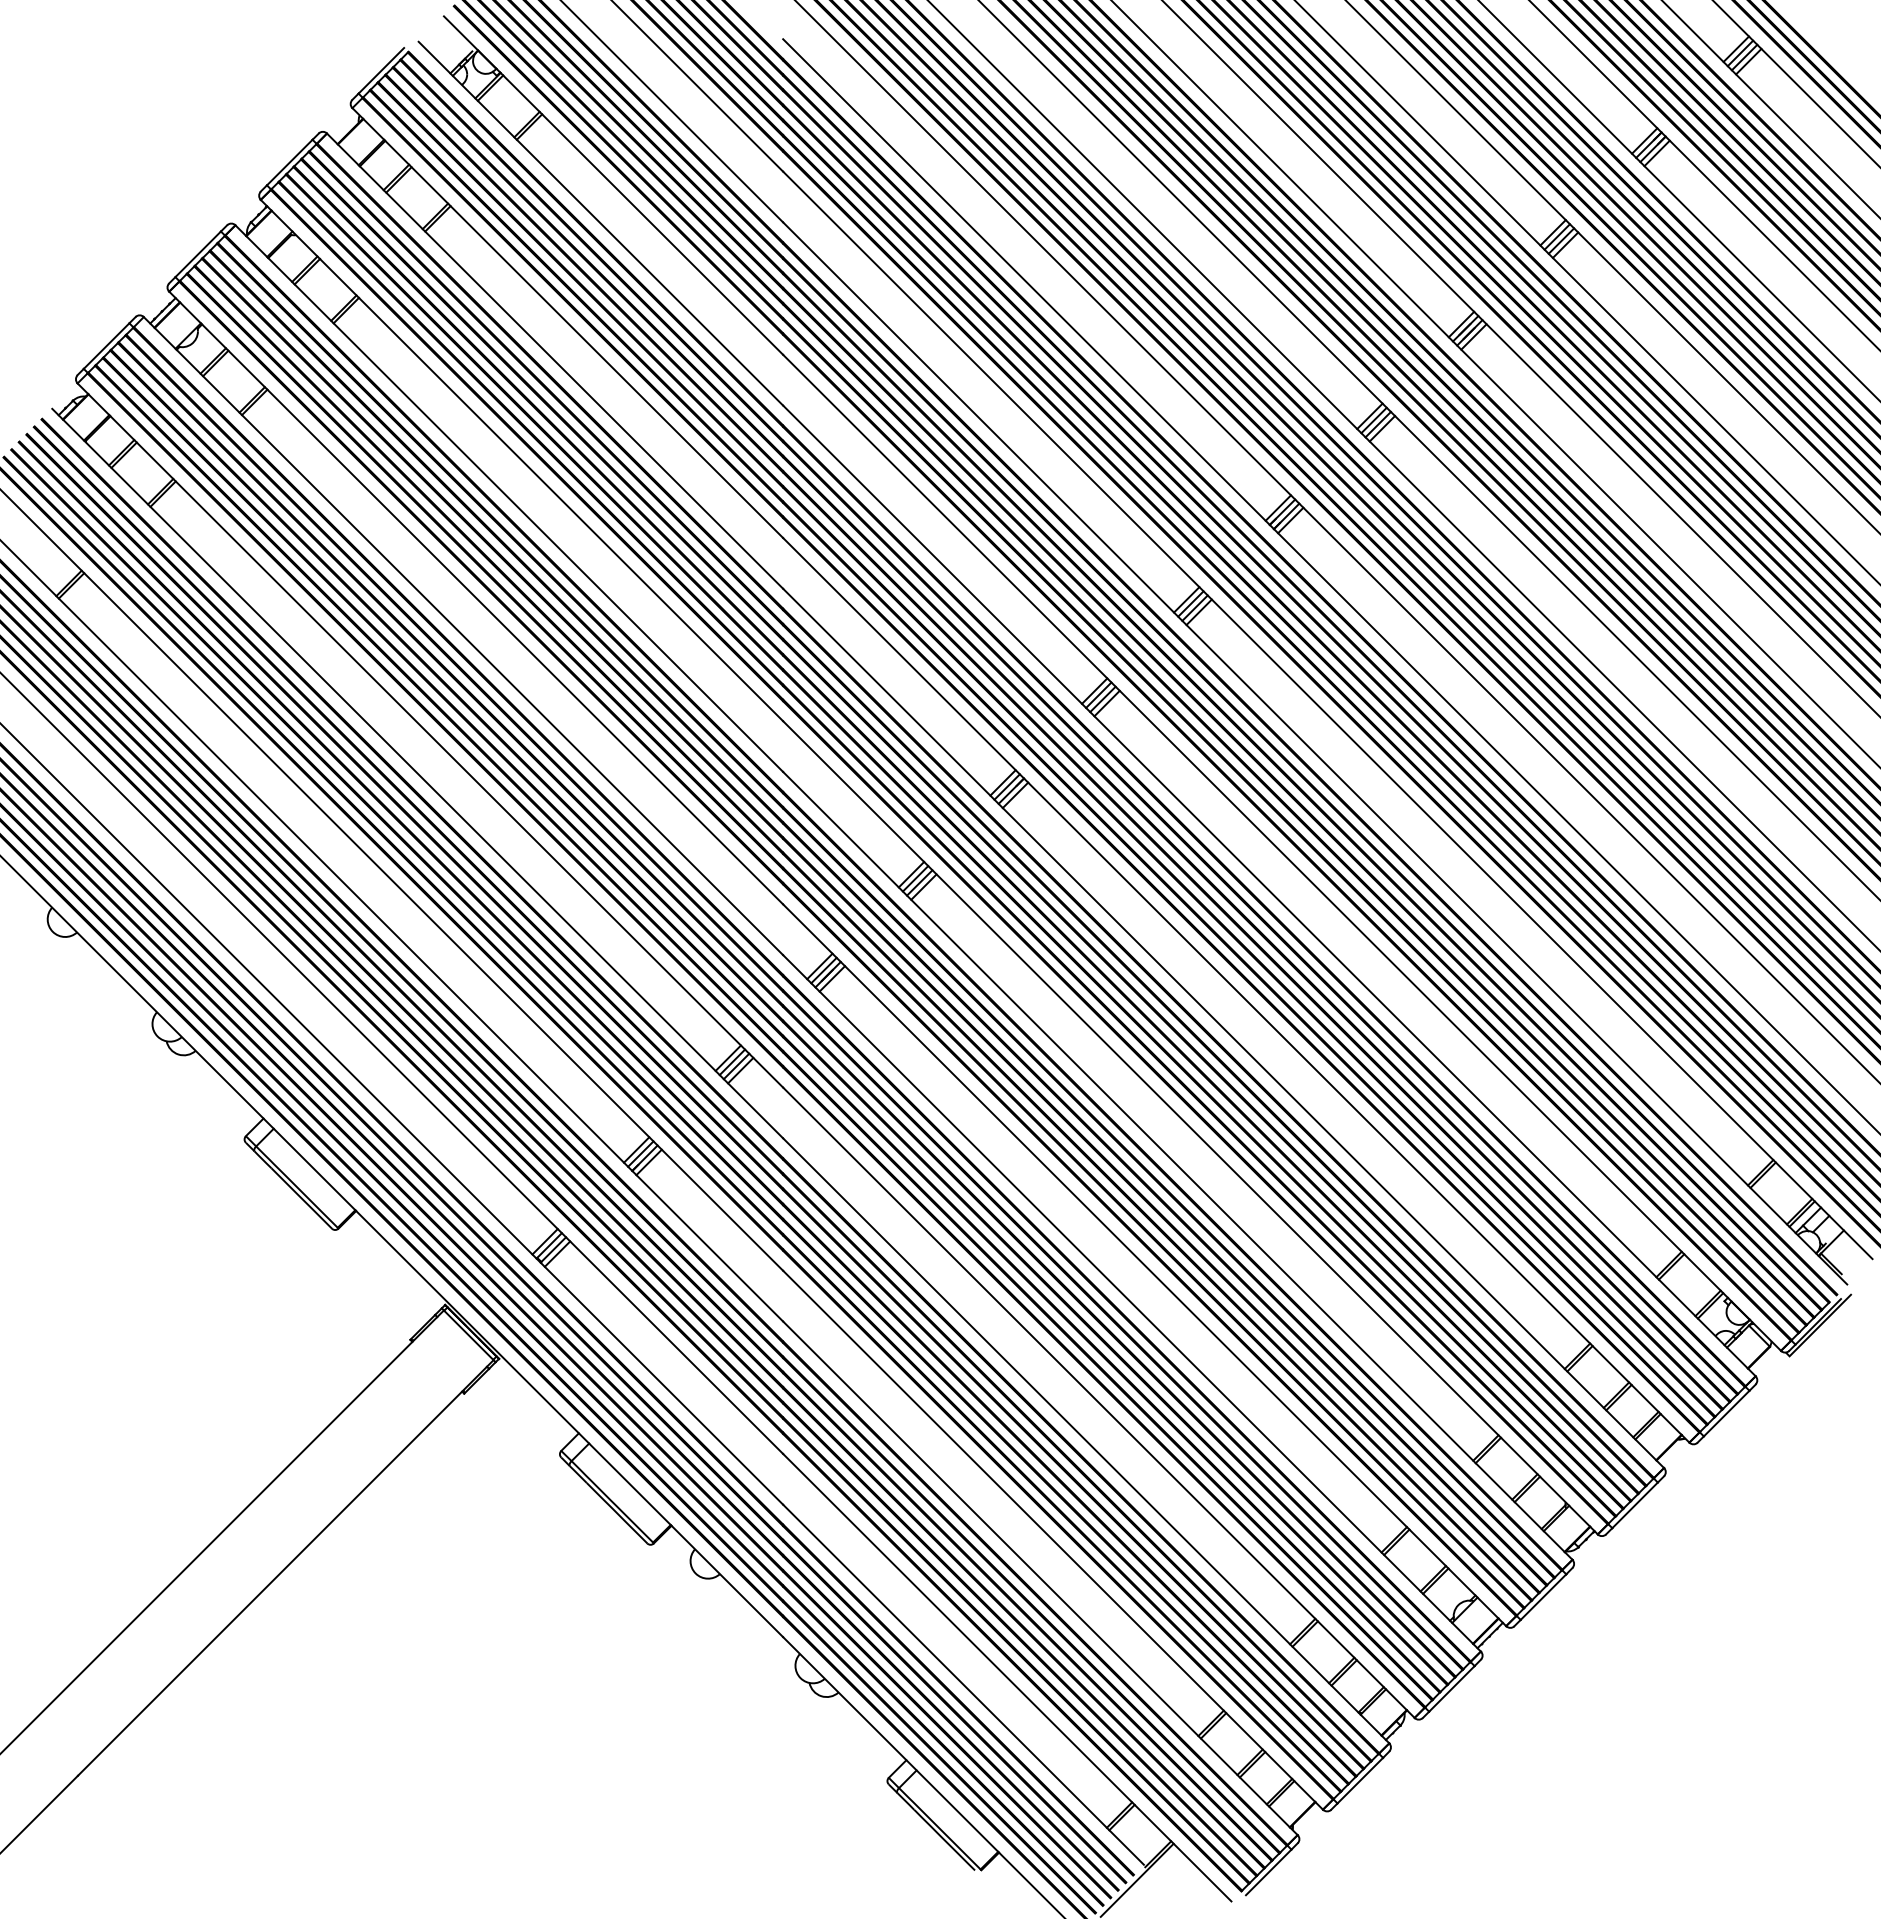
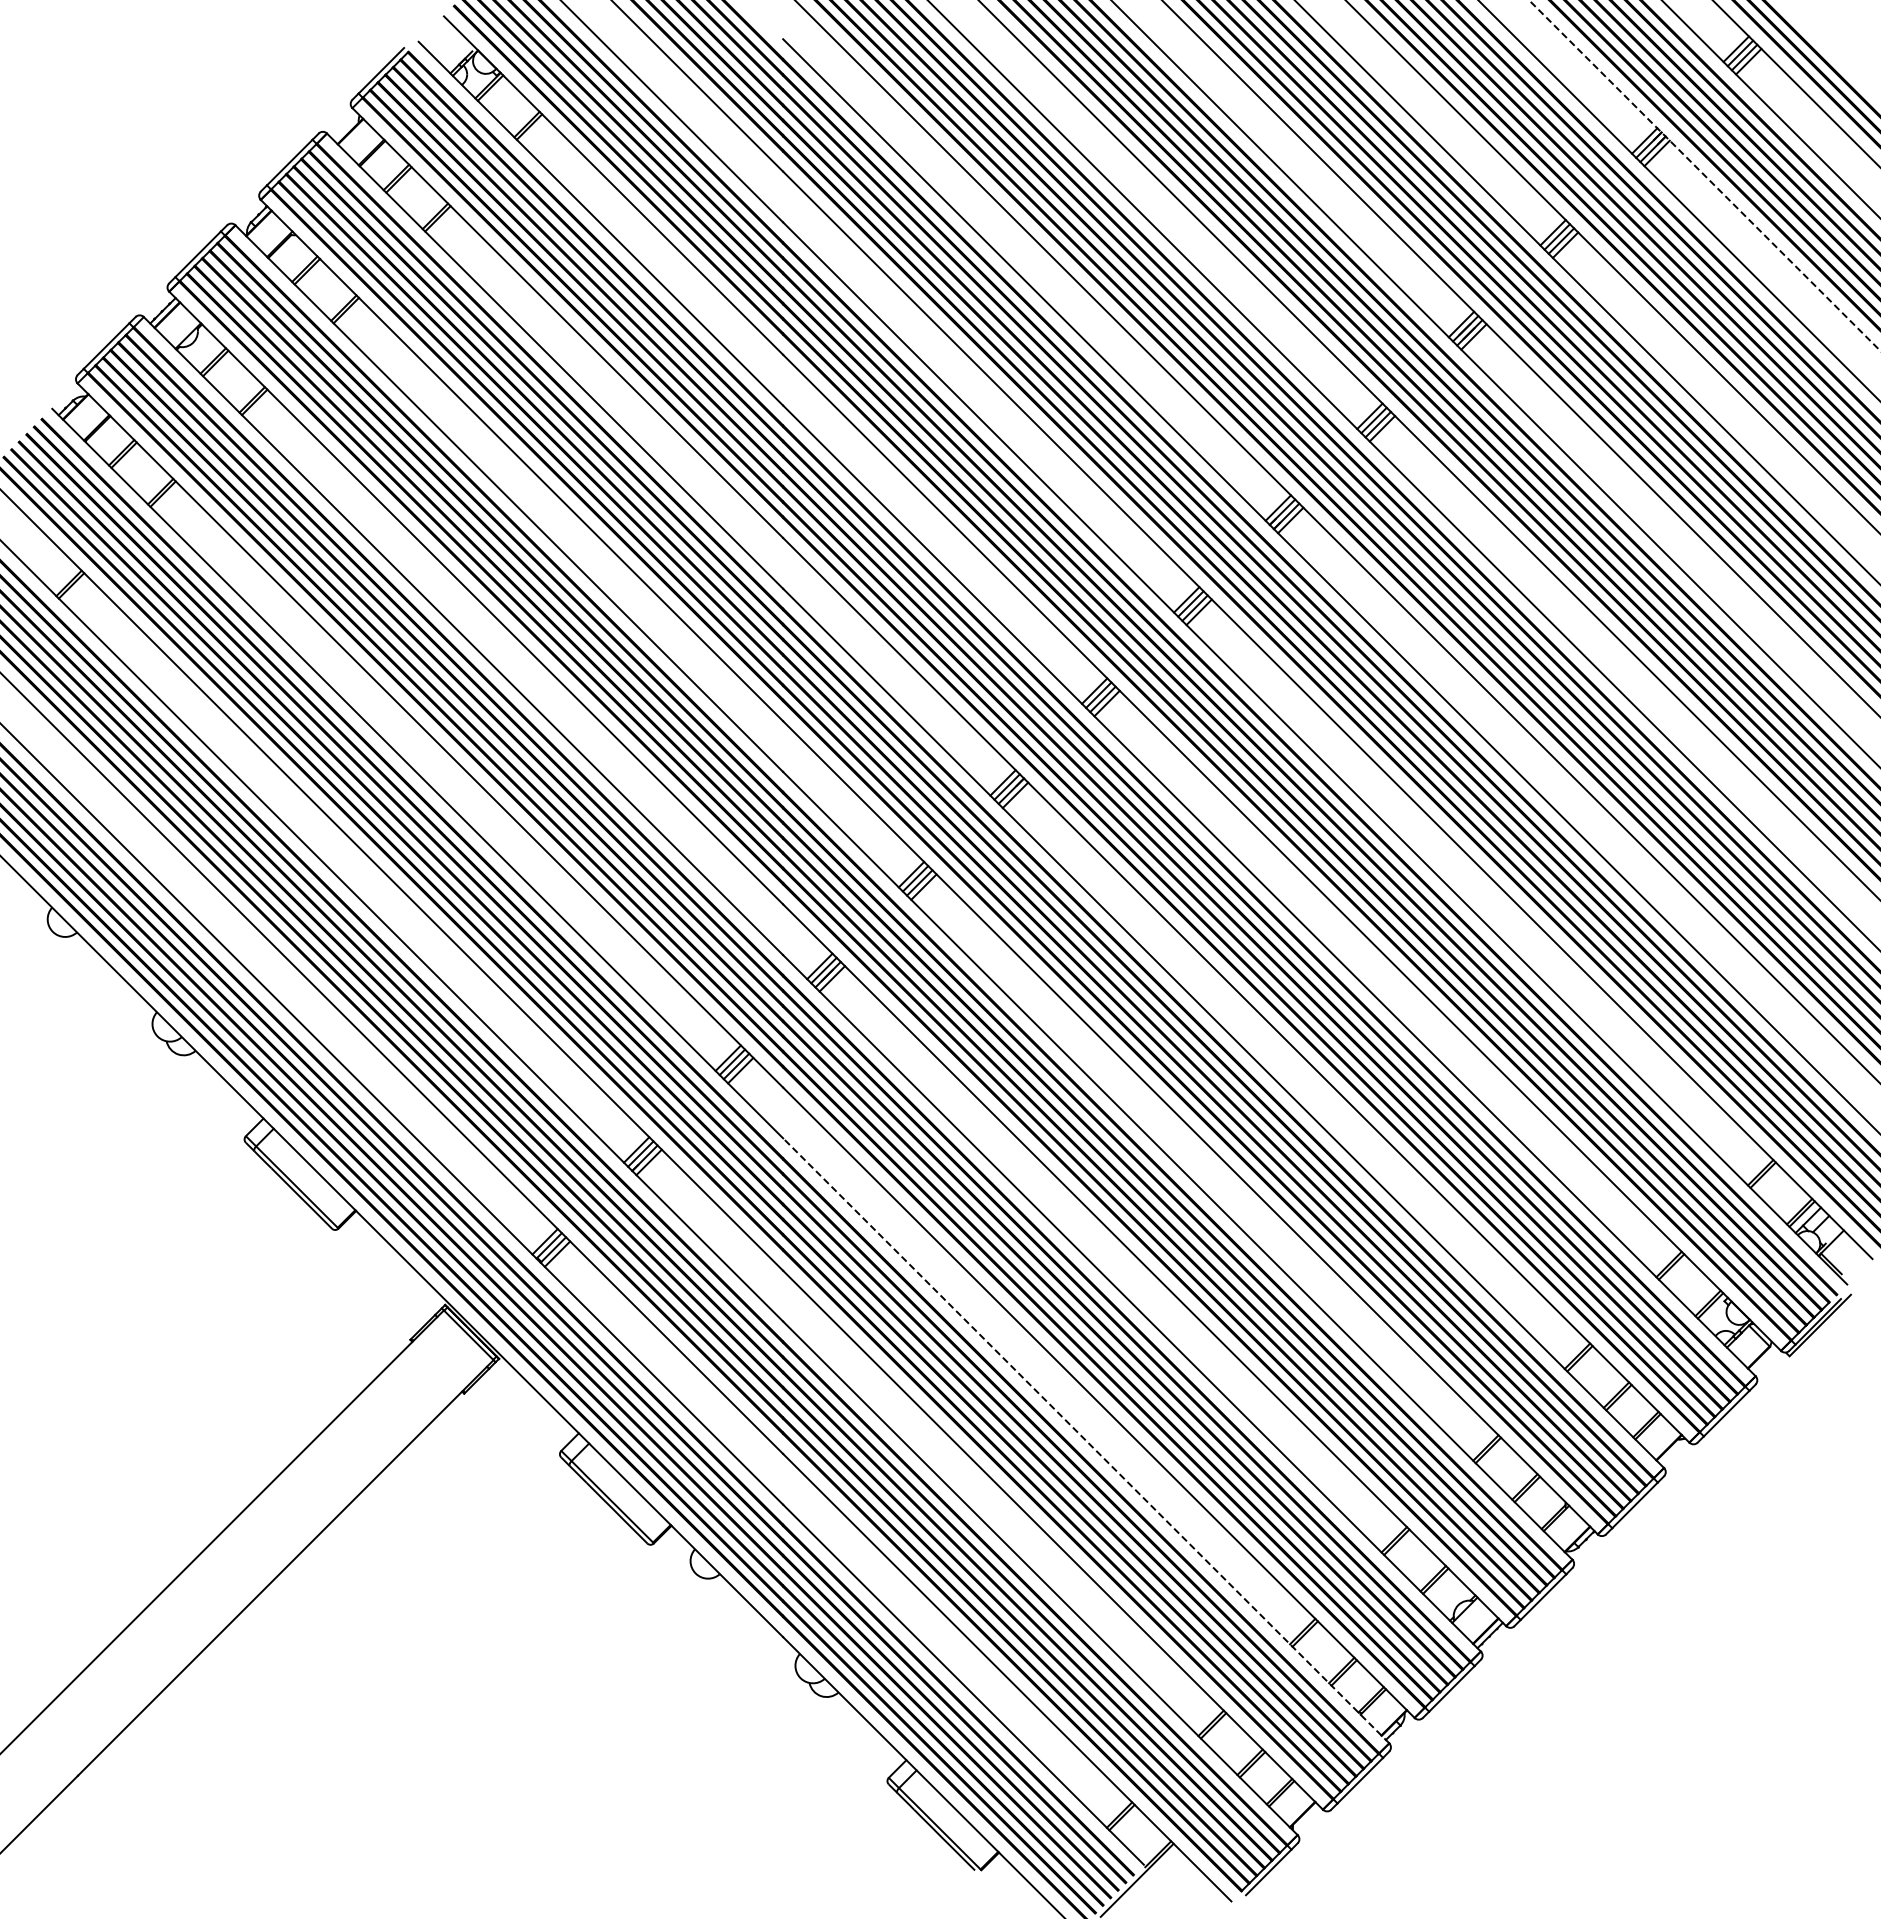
line at (1705, 176): solid -> dashed
line at (1085, 1440): solid -> dashed
